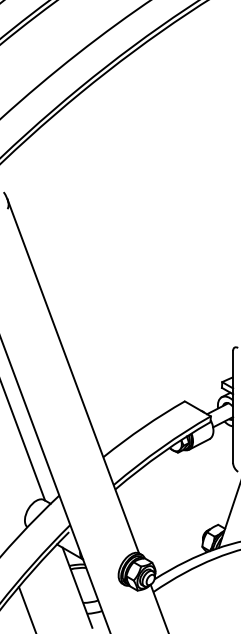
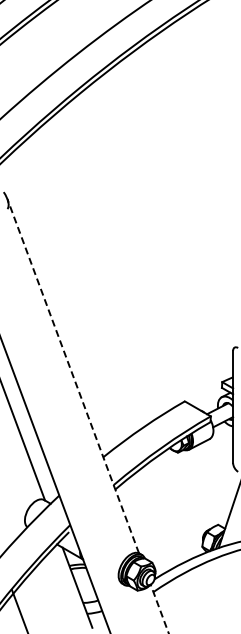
line at (73, 376): solid -> dashed
line at (26, 608) position: (26, 608) -> (19, 609)
line at (159, 609): solid -> dashed
